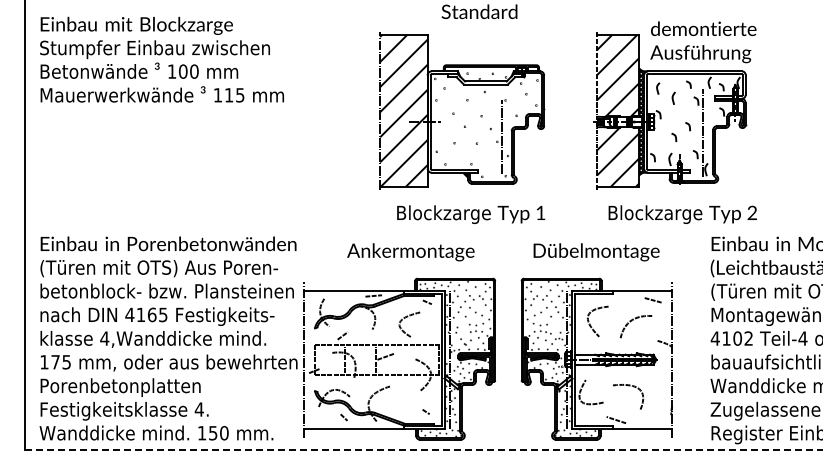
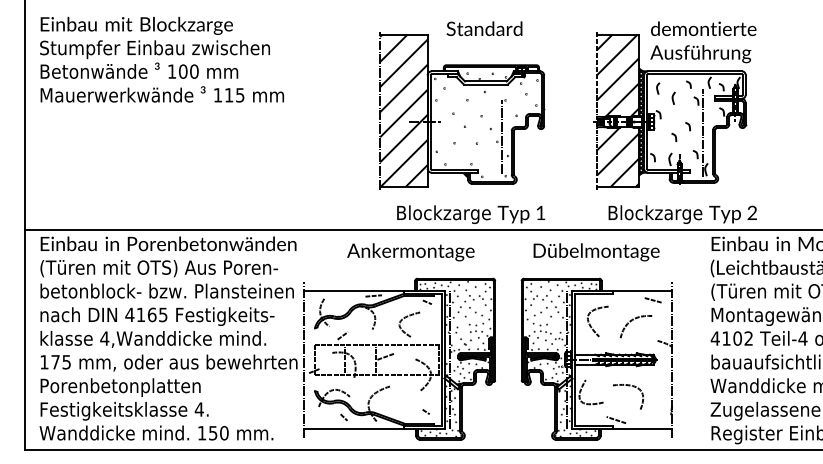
text at (479, 11) position: (479, 11) -> (484, 28)
line at (421, 229): none -> present
line at (423, 450): dashed -> solid
